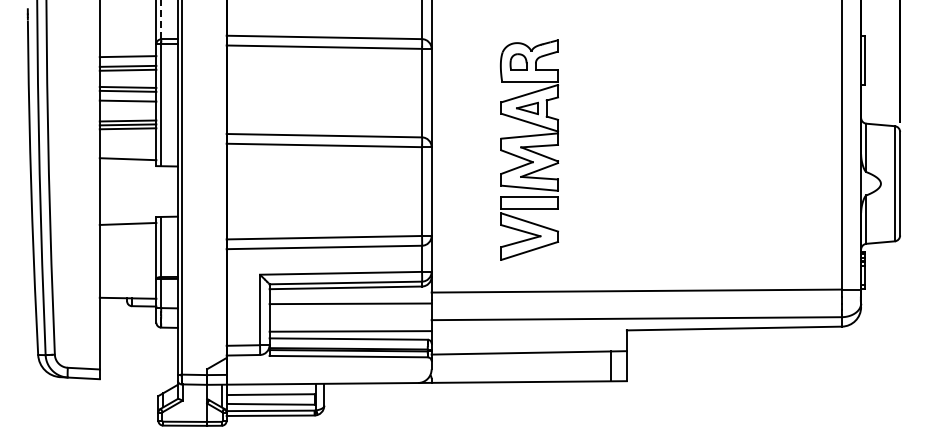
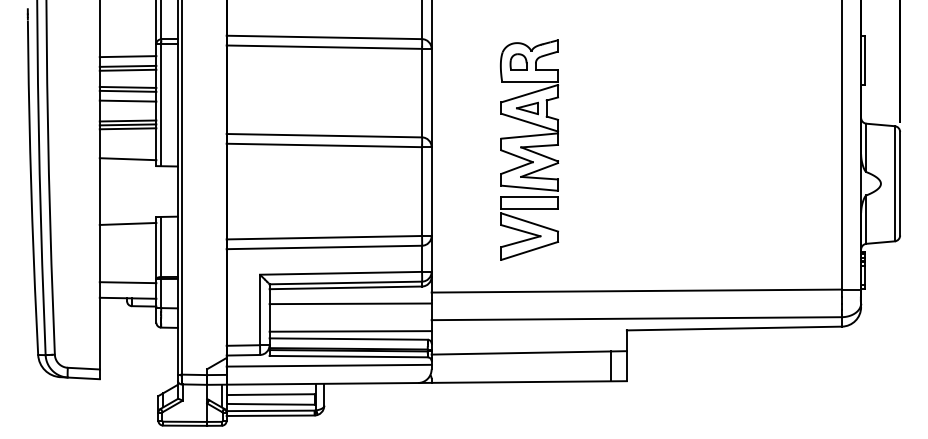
line at (161, 19): dashed -> solid
line at (127, 282): none -> present
line at (328, 365): none -> present
